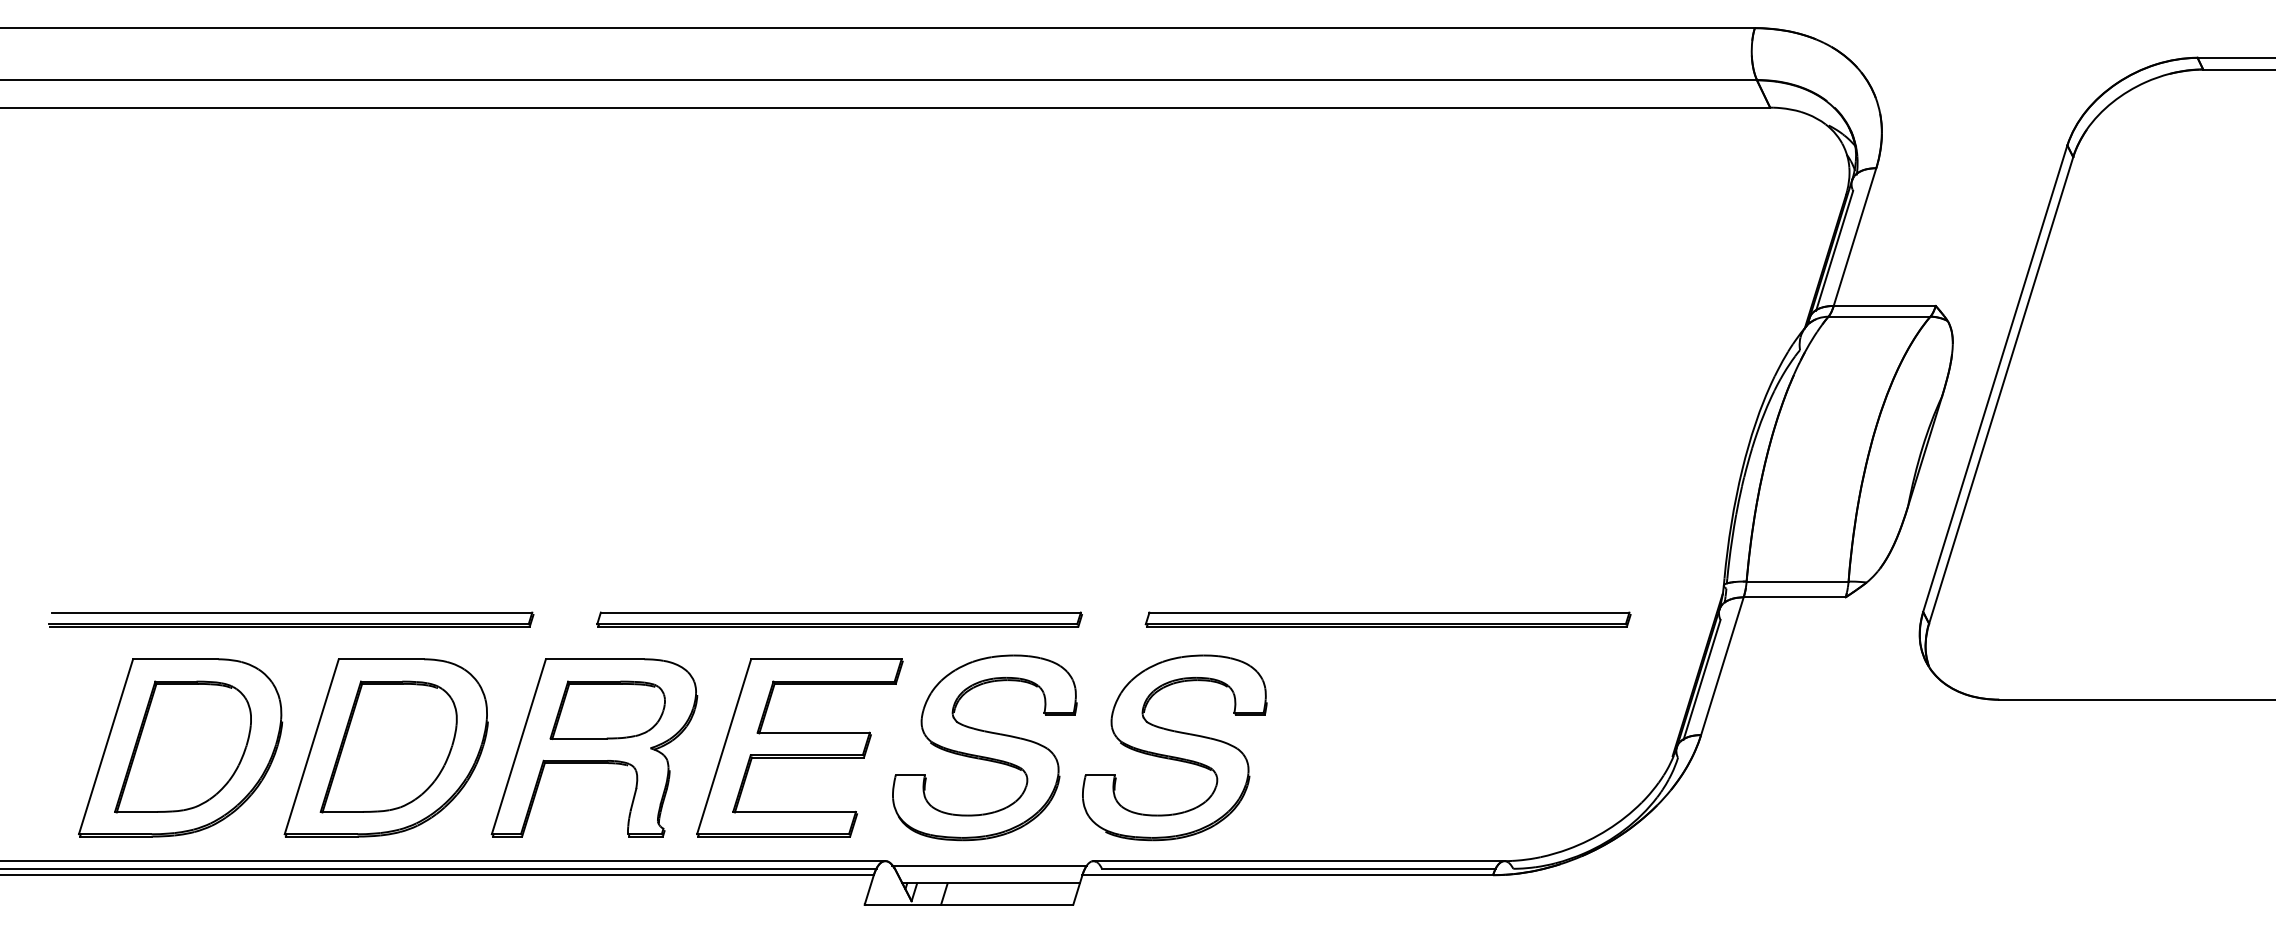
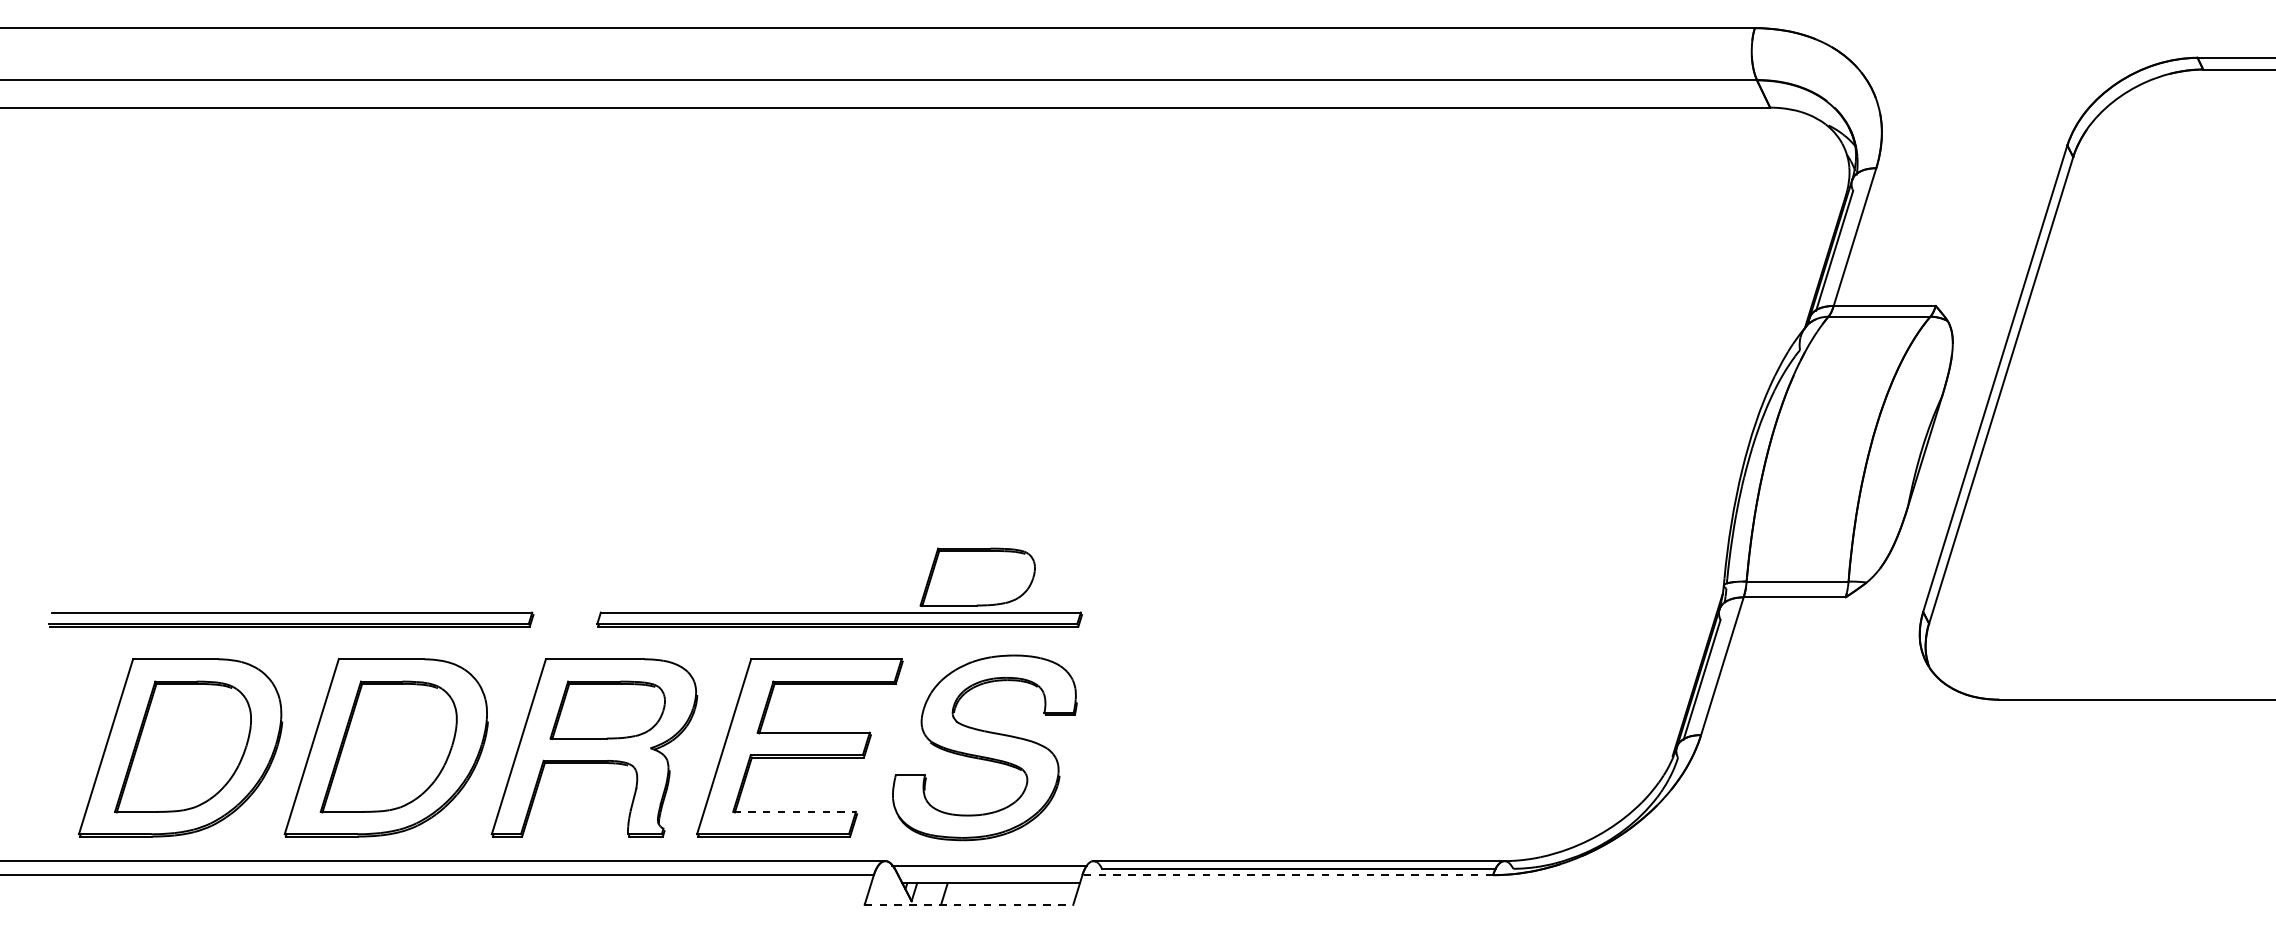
part at (977, 576): none -> present
part at (1387, 619): present -> none
part at (1174, 747): present -> none
line at (795, 811): solid -> dashed
line at (439, 868): present -> none
line at (1287, 875): solid -> dashed
line at (969, 904): solid -> dashed
